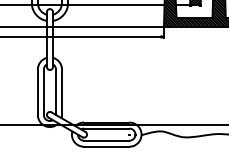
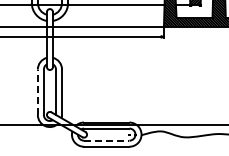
line at (37, 92): solid -> dashed
line at (106, 140): solid -> dashed
